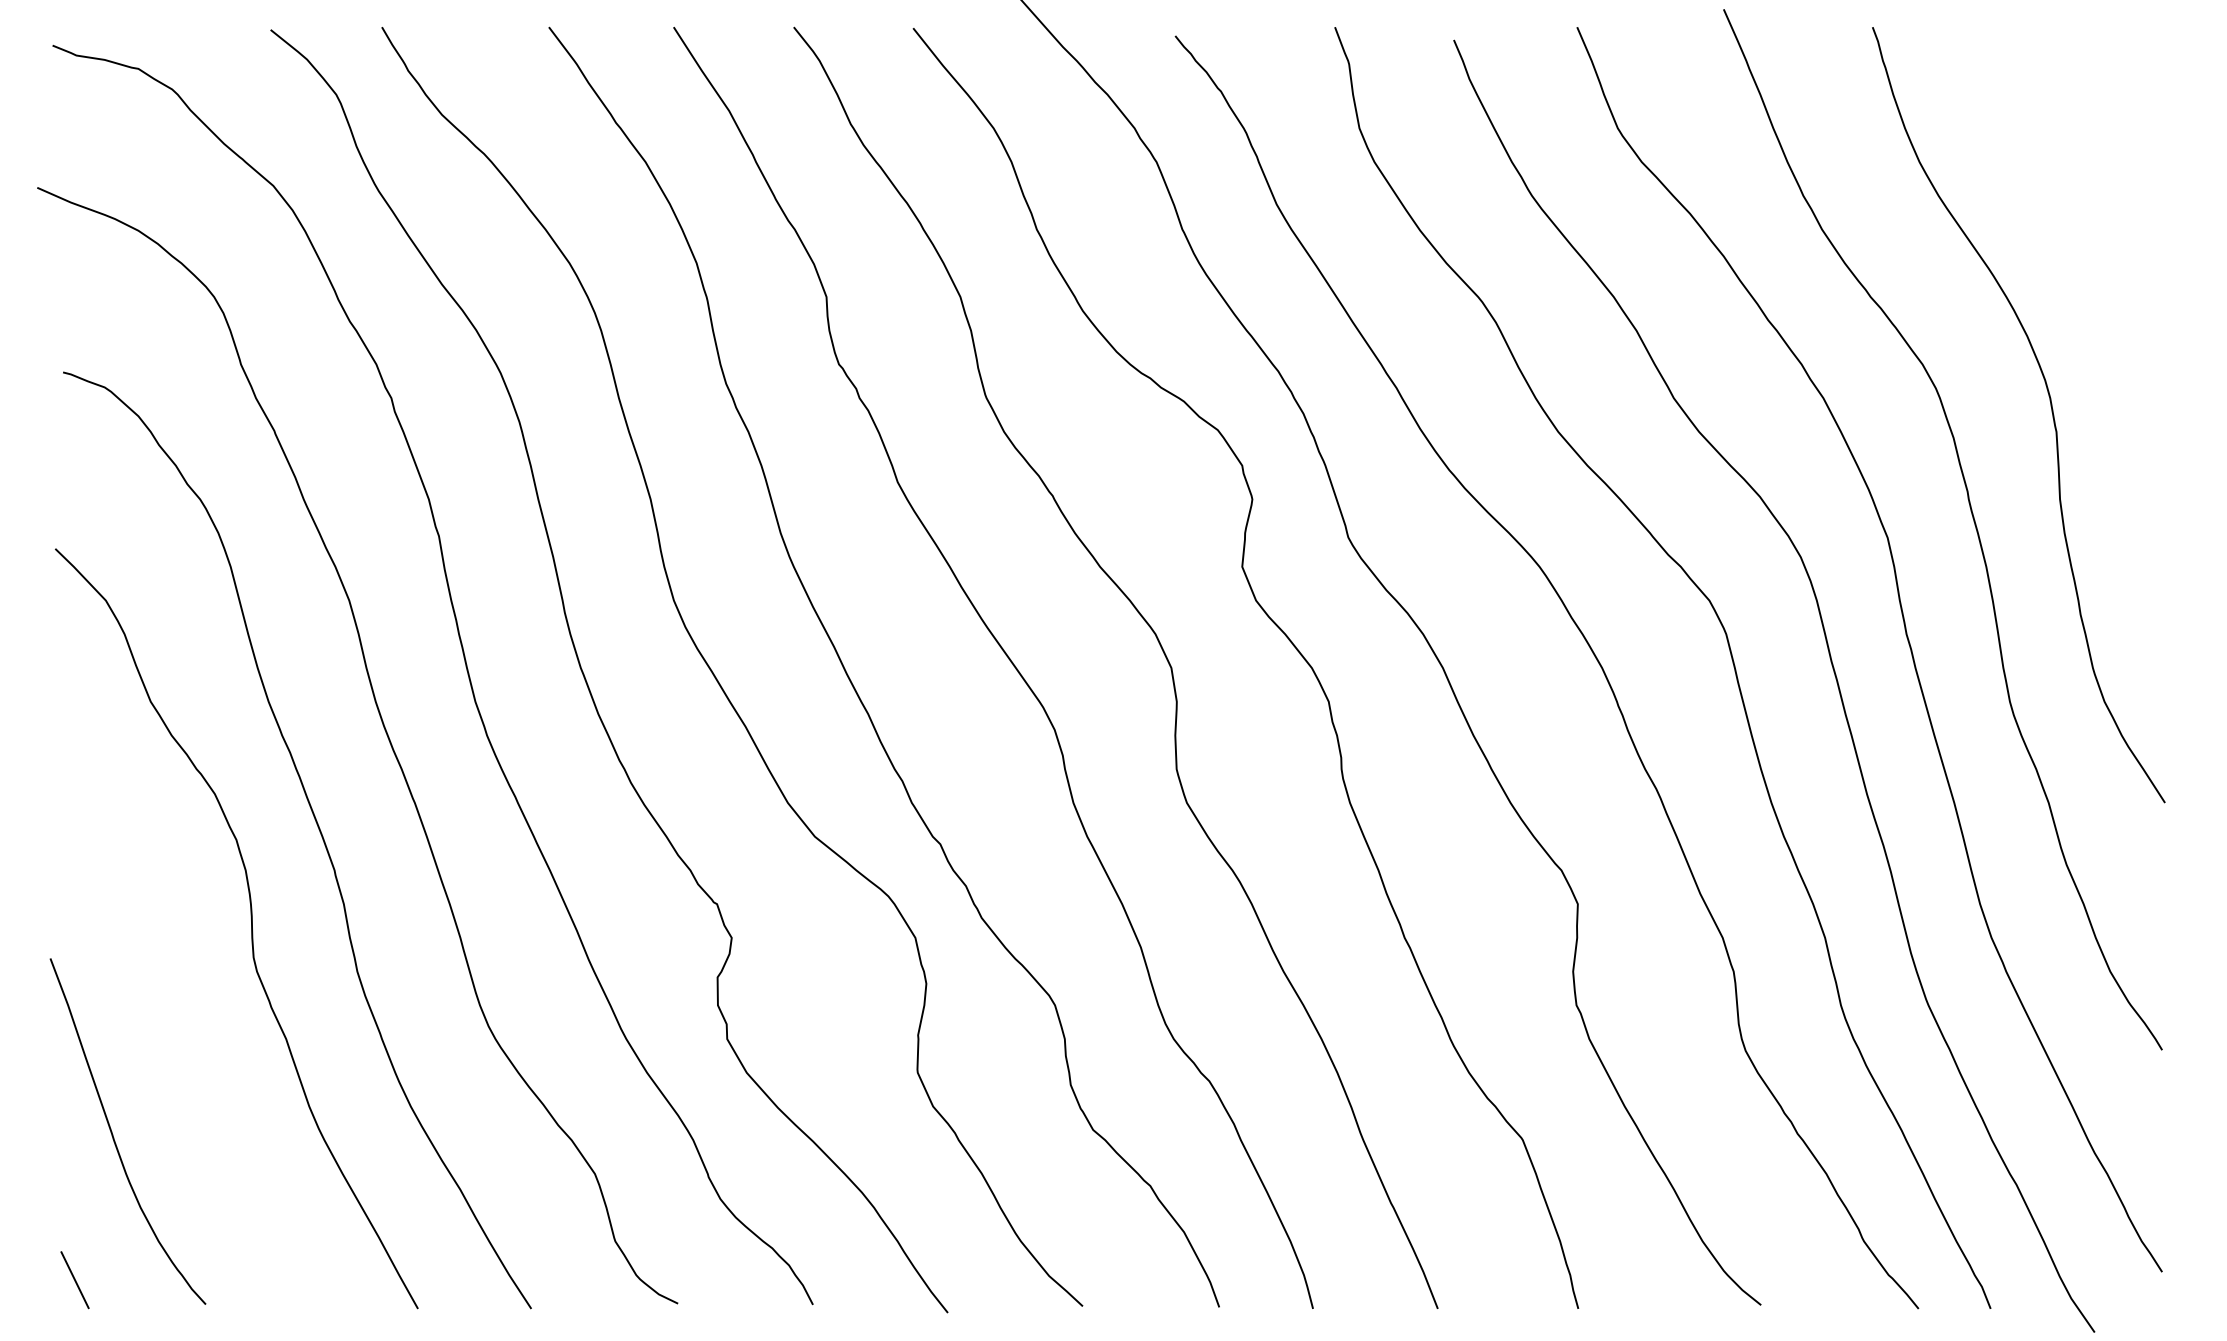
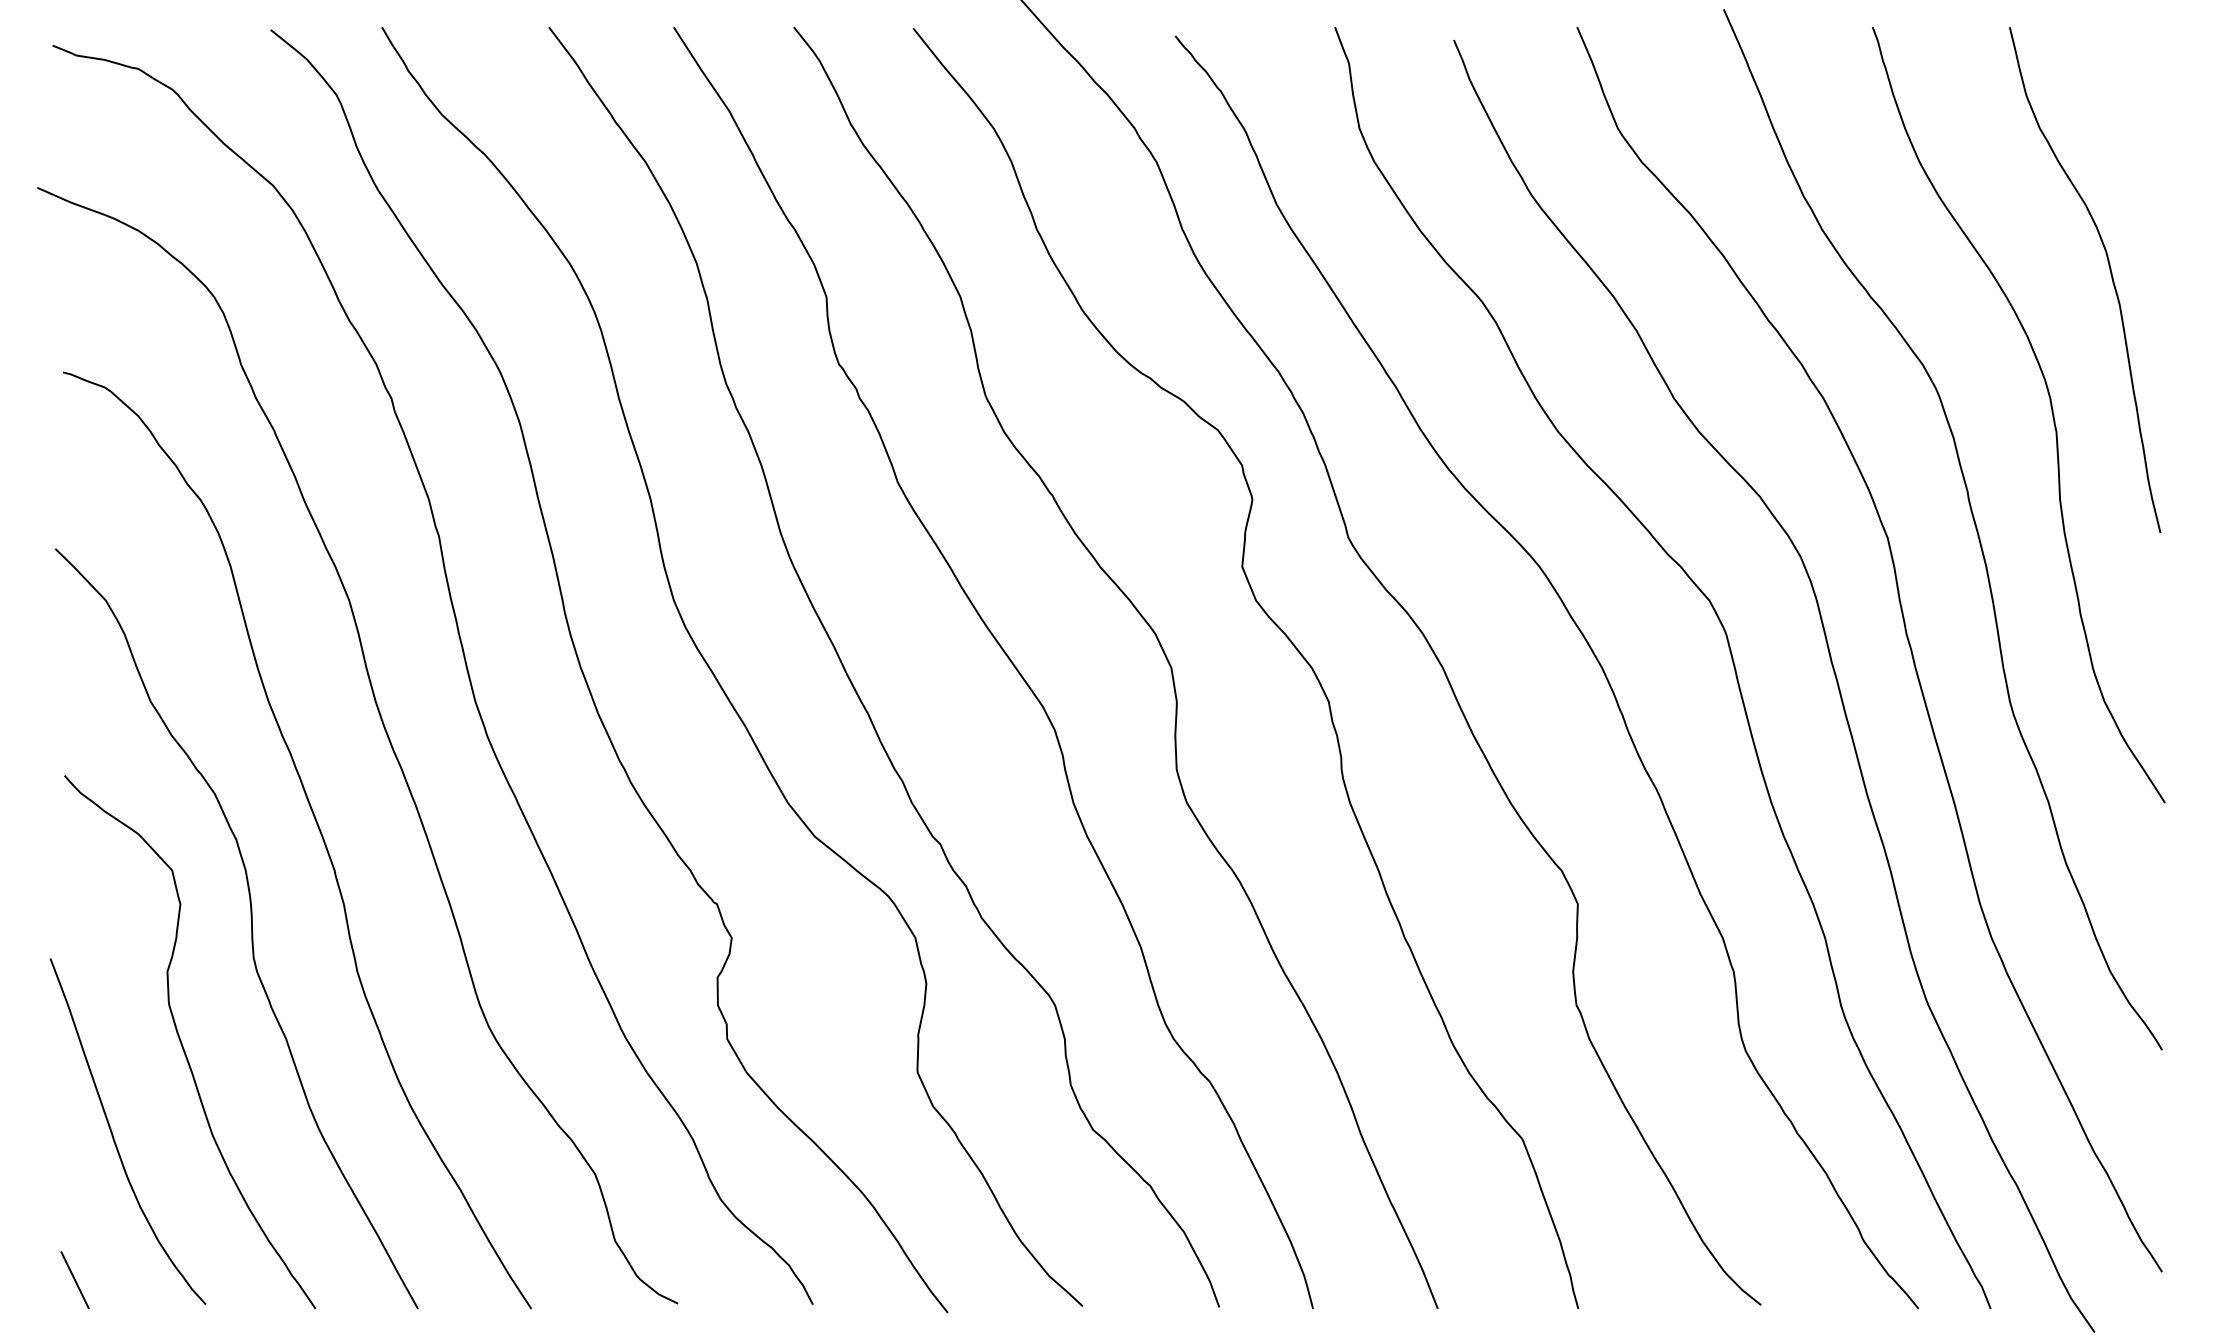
curve at (2110, 274): none -> present
curve at (183, 1045): none -> present
